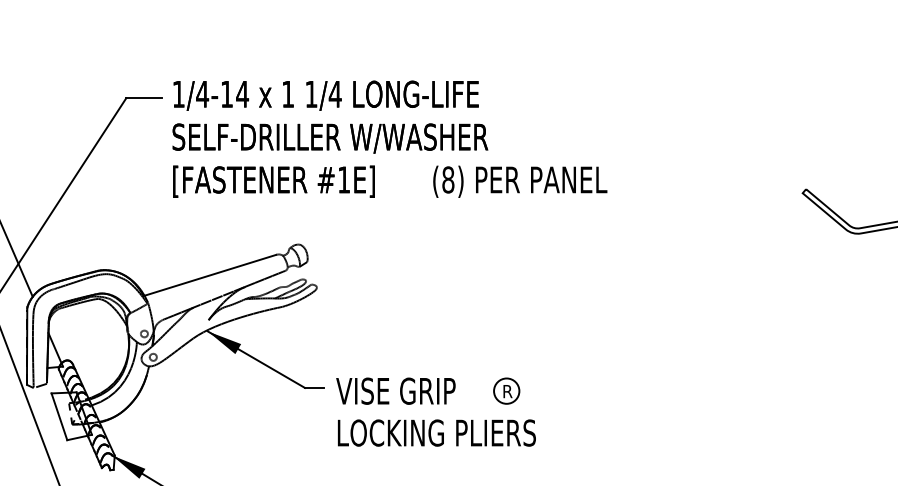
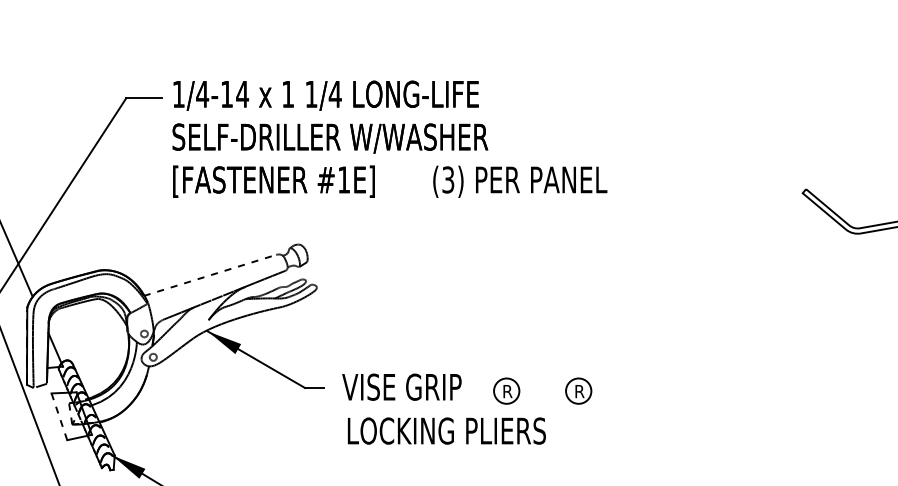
text at (448, 179): (8) -> (3)
line at (210, 275): solid -> dashed
text at (395, 390) position: (395, 390) -> (401, 386)
part at (578, 390): none -> present
line at (59, 416): solid -> dashed
text at (436, 432) position: (436, 432) -> (446, 430)
